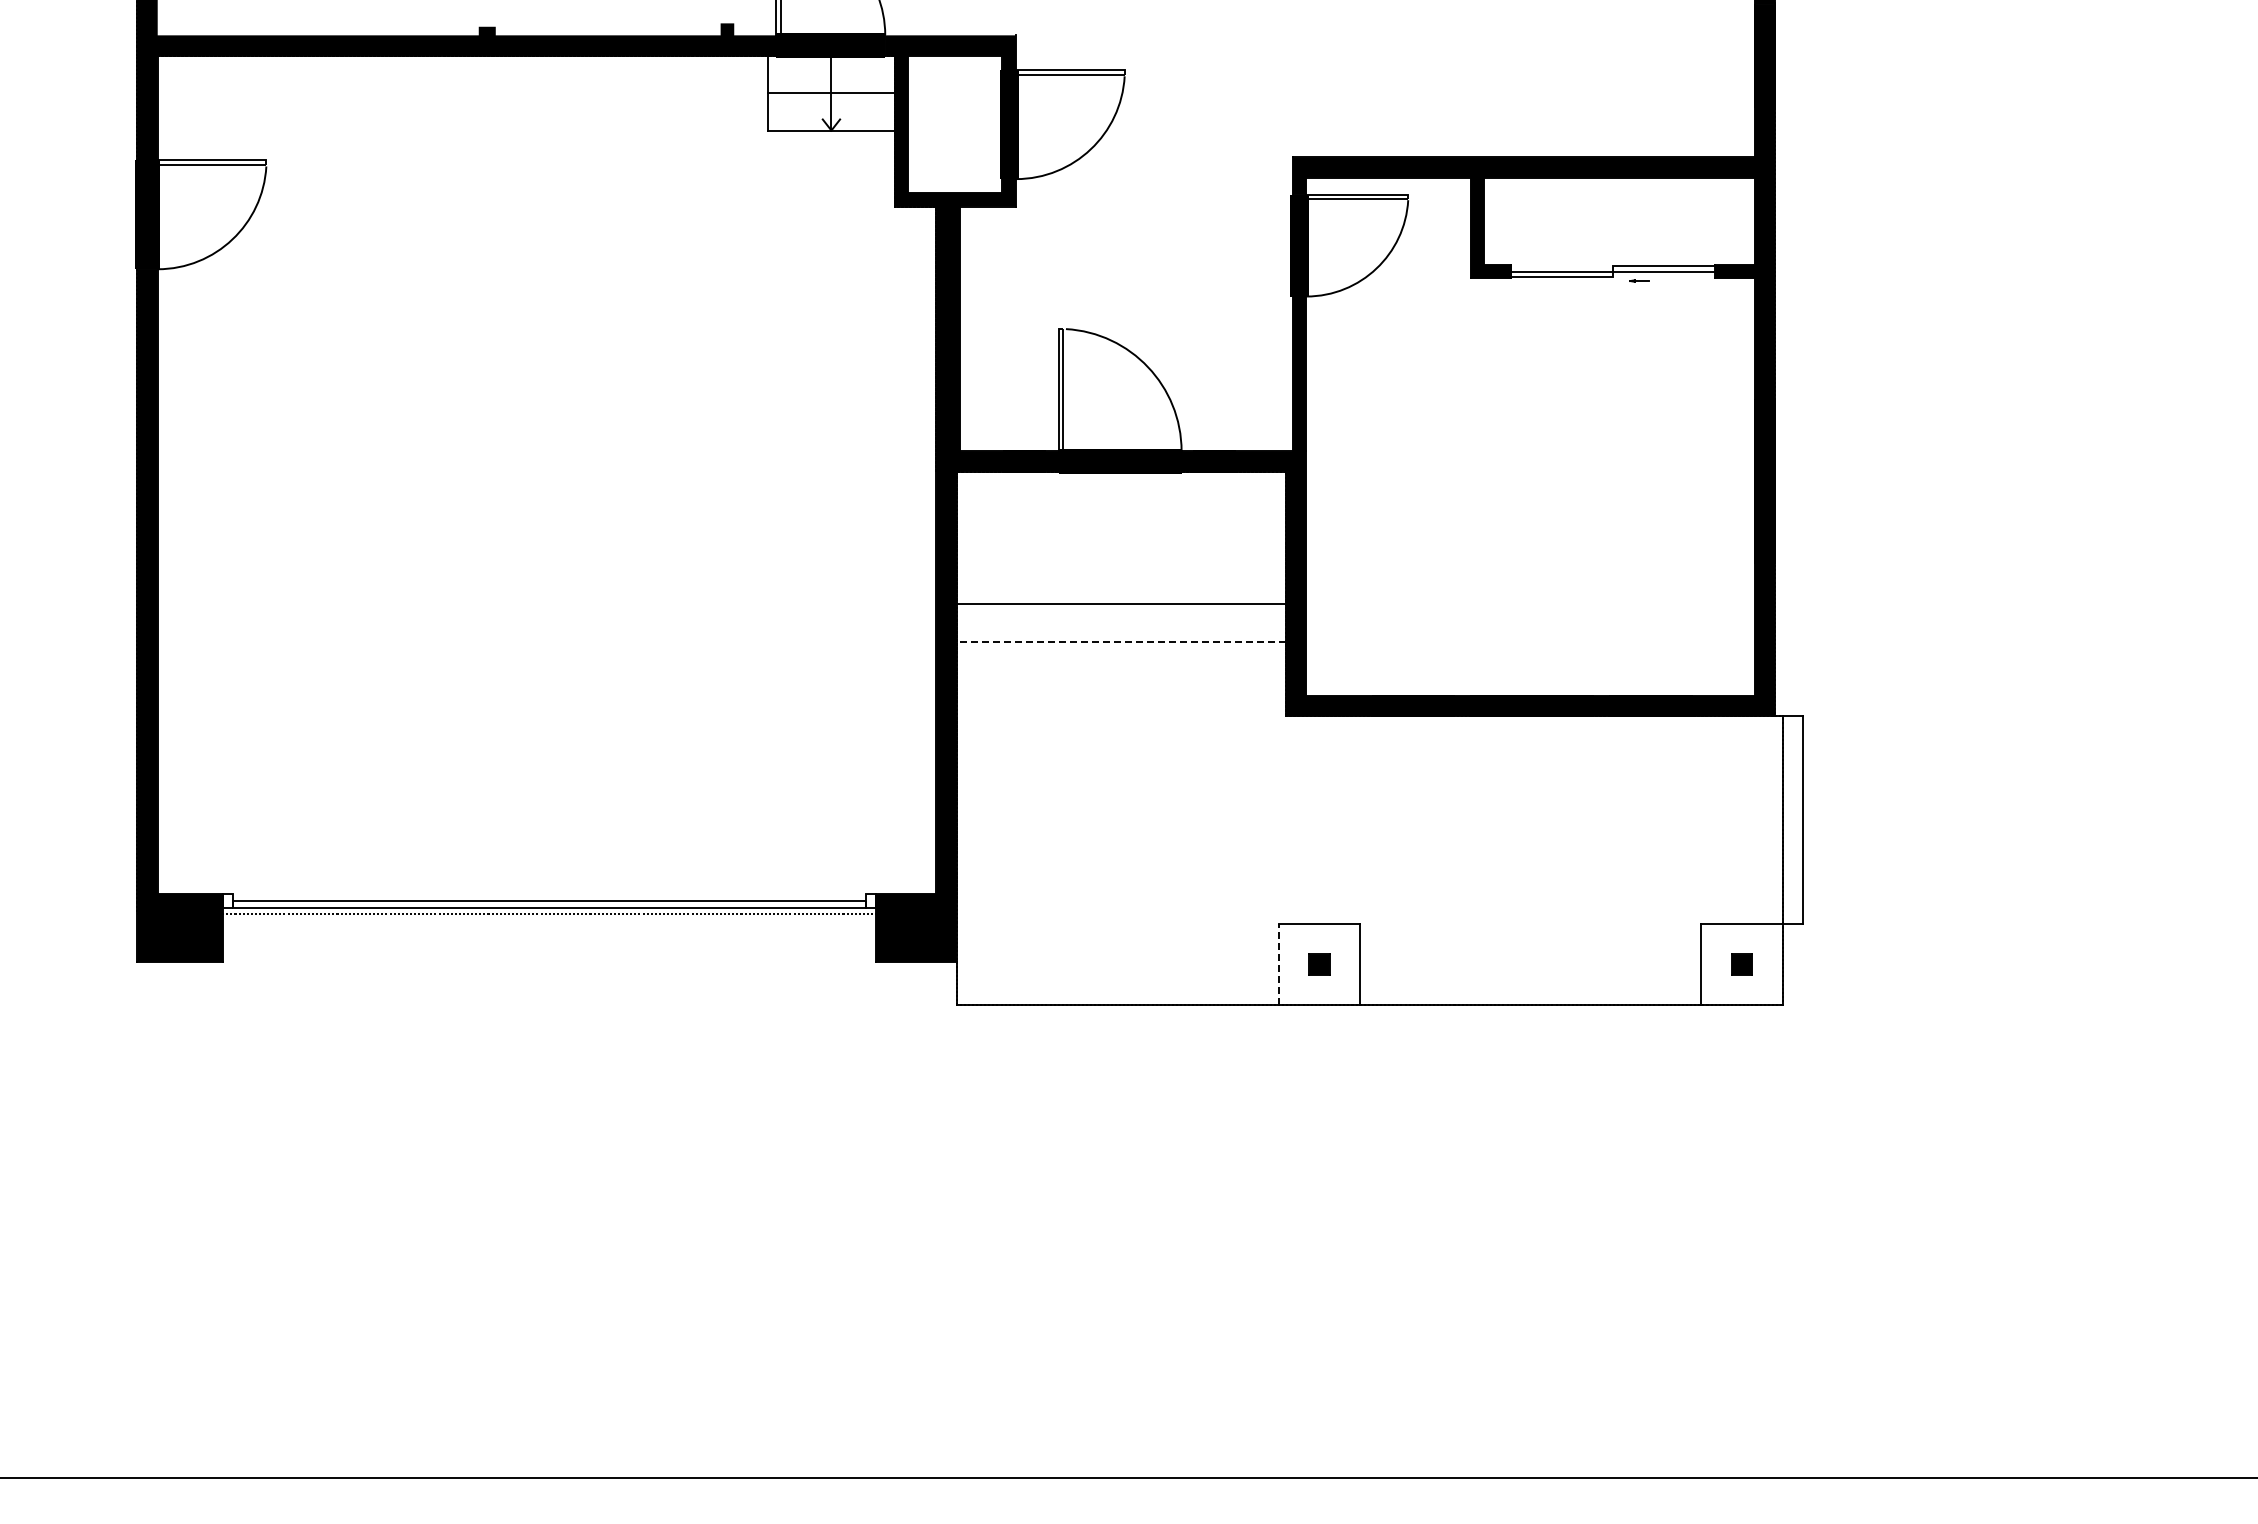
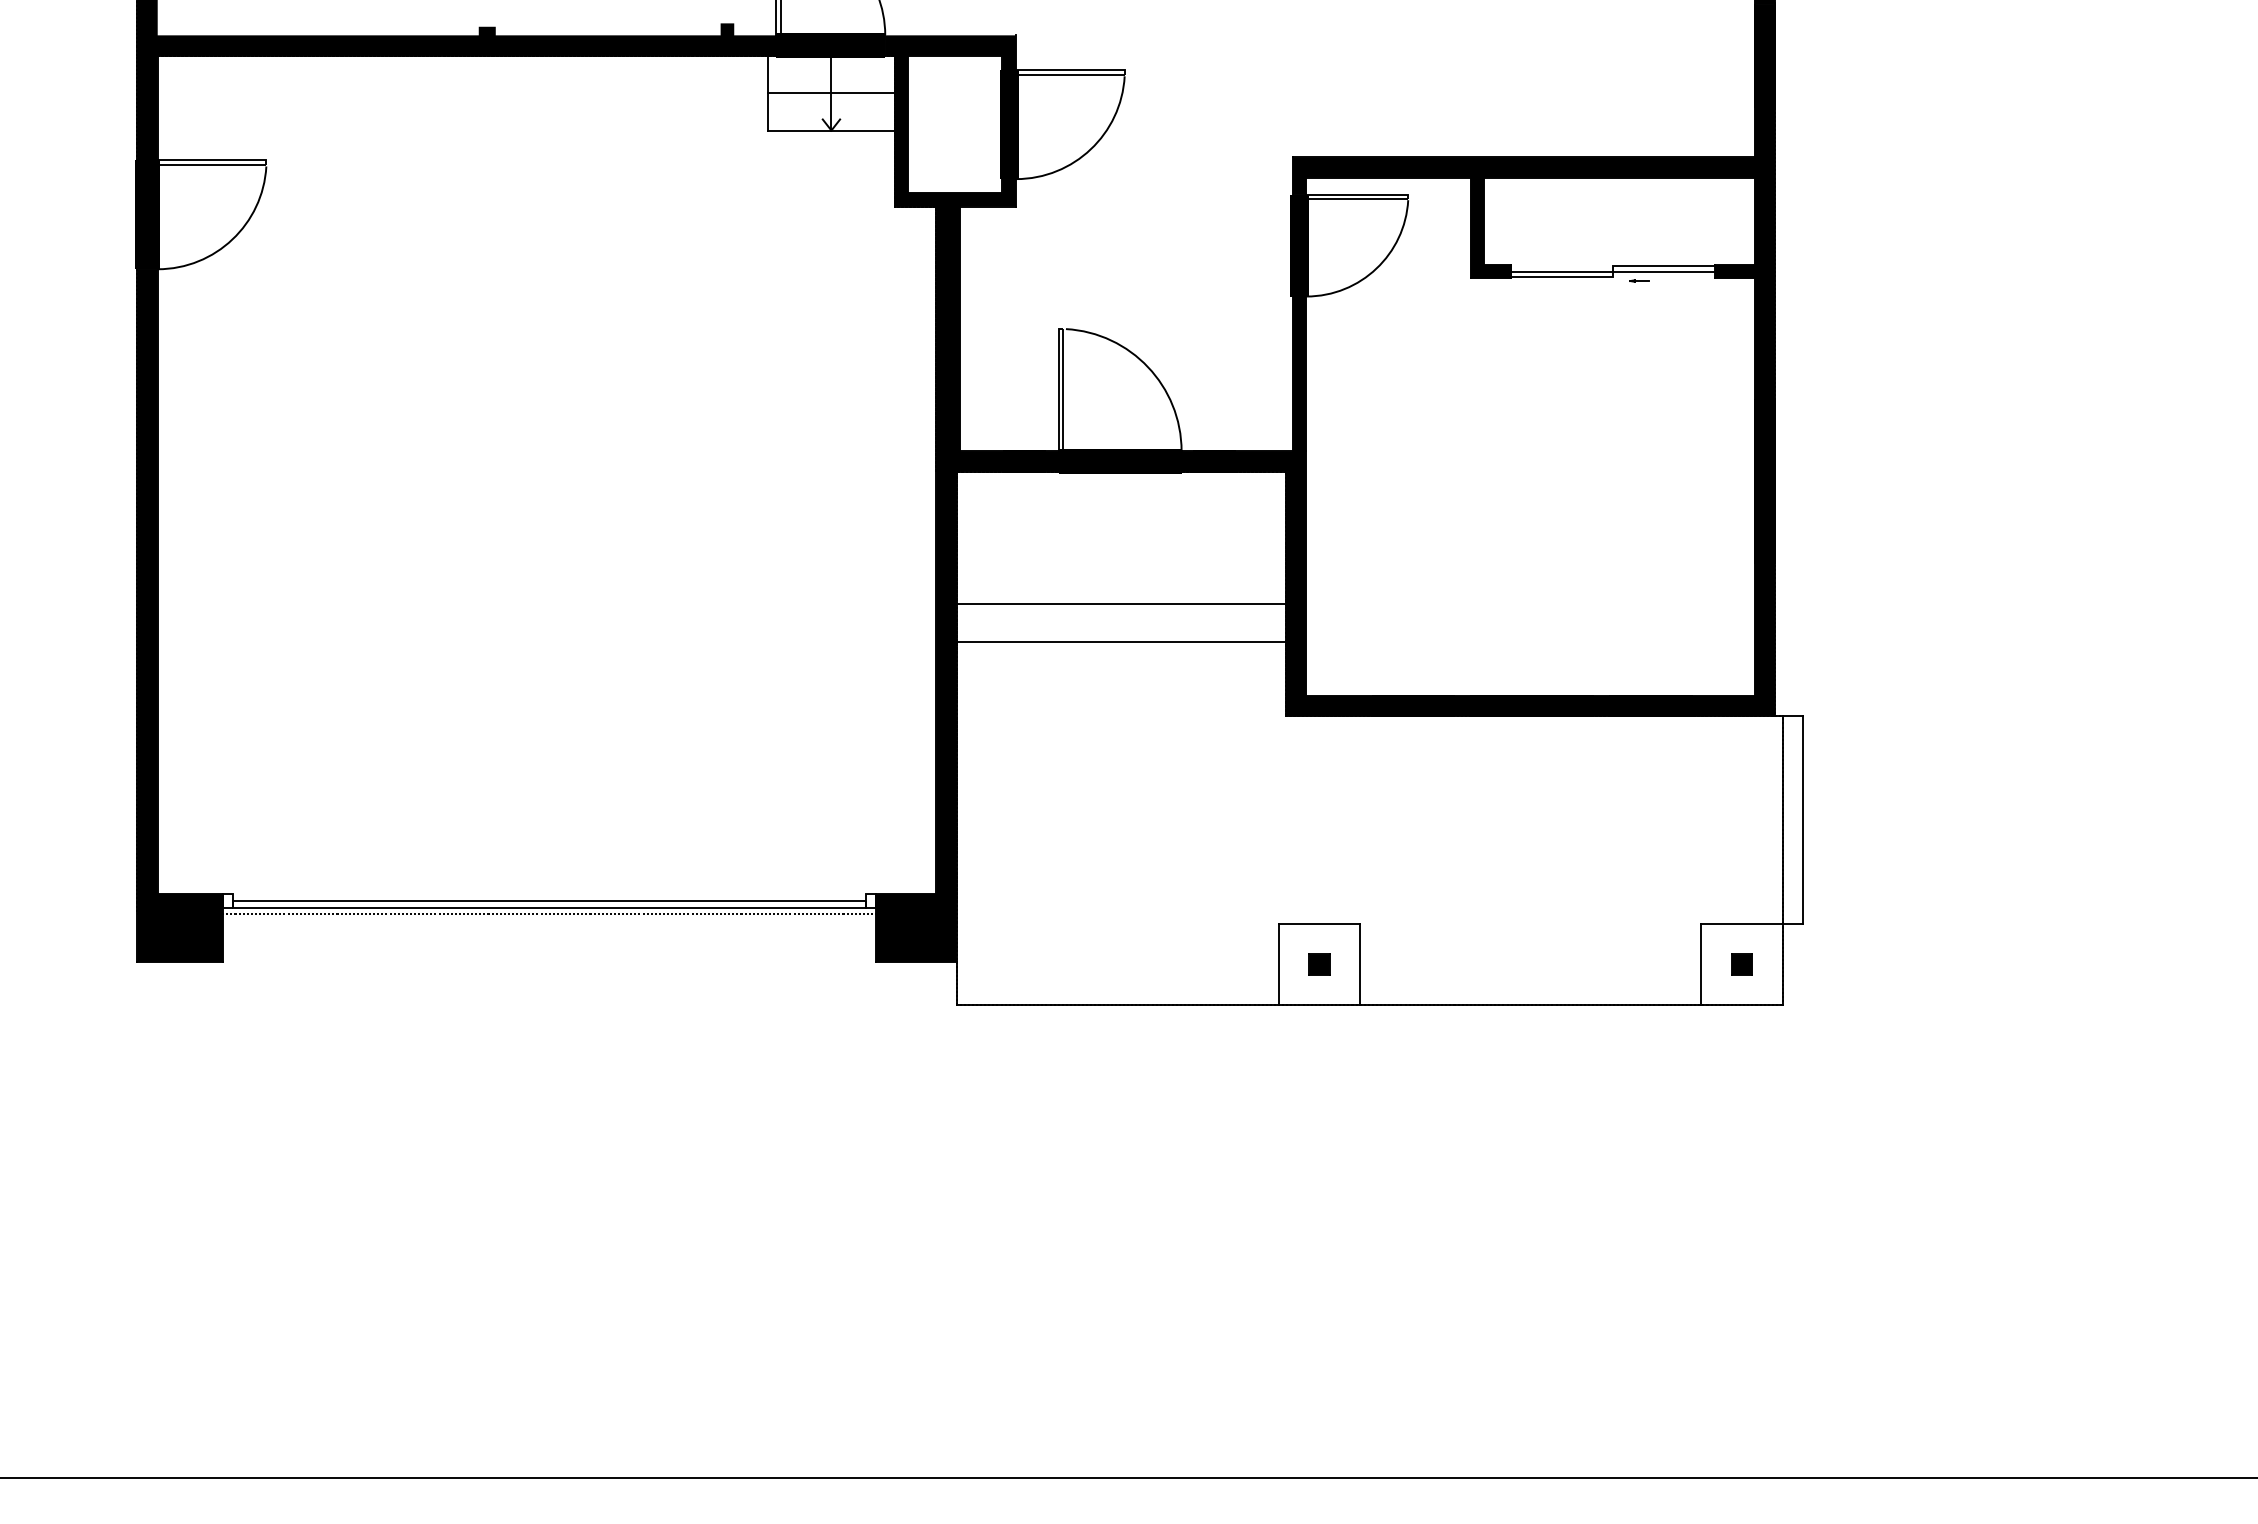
line at (1121, 641): dashed -> solid
line at (1278, 964): dashed -> solid
